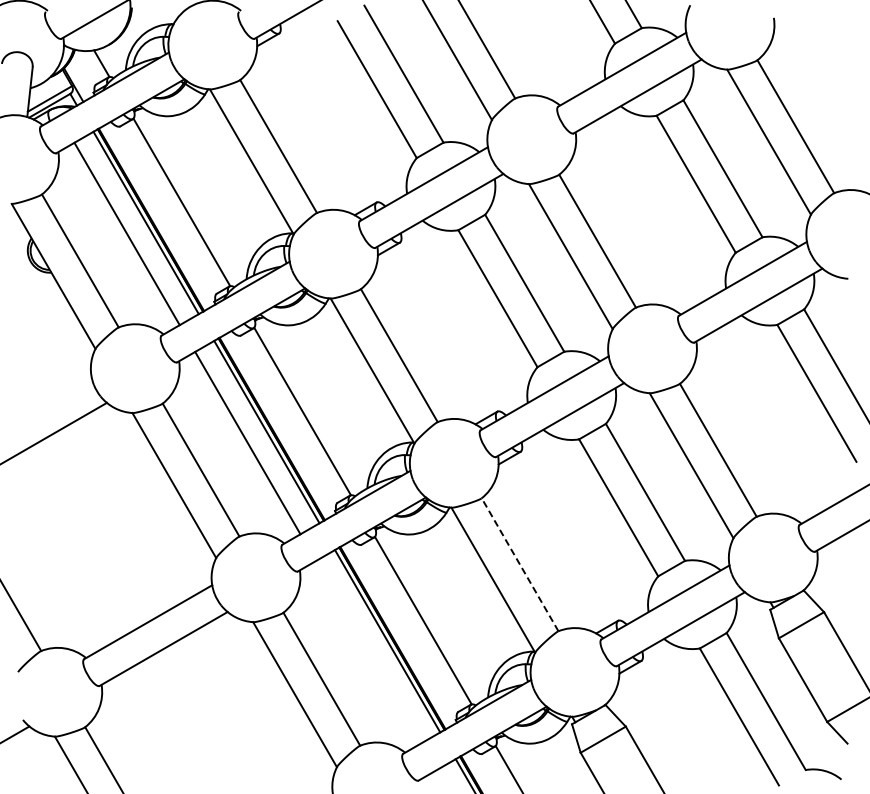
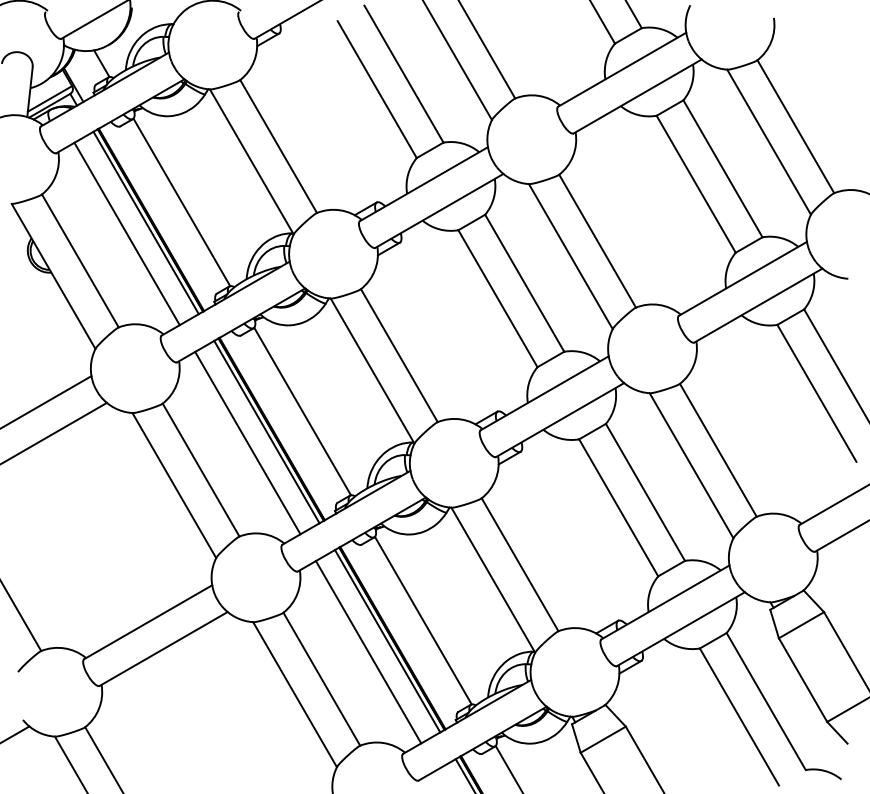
line at (46, 401): none -> present
line at (520, 564): dashed -> solid
line at (368, 652): none -> present
